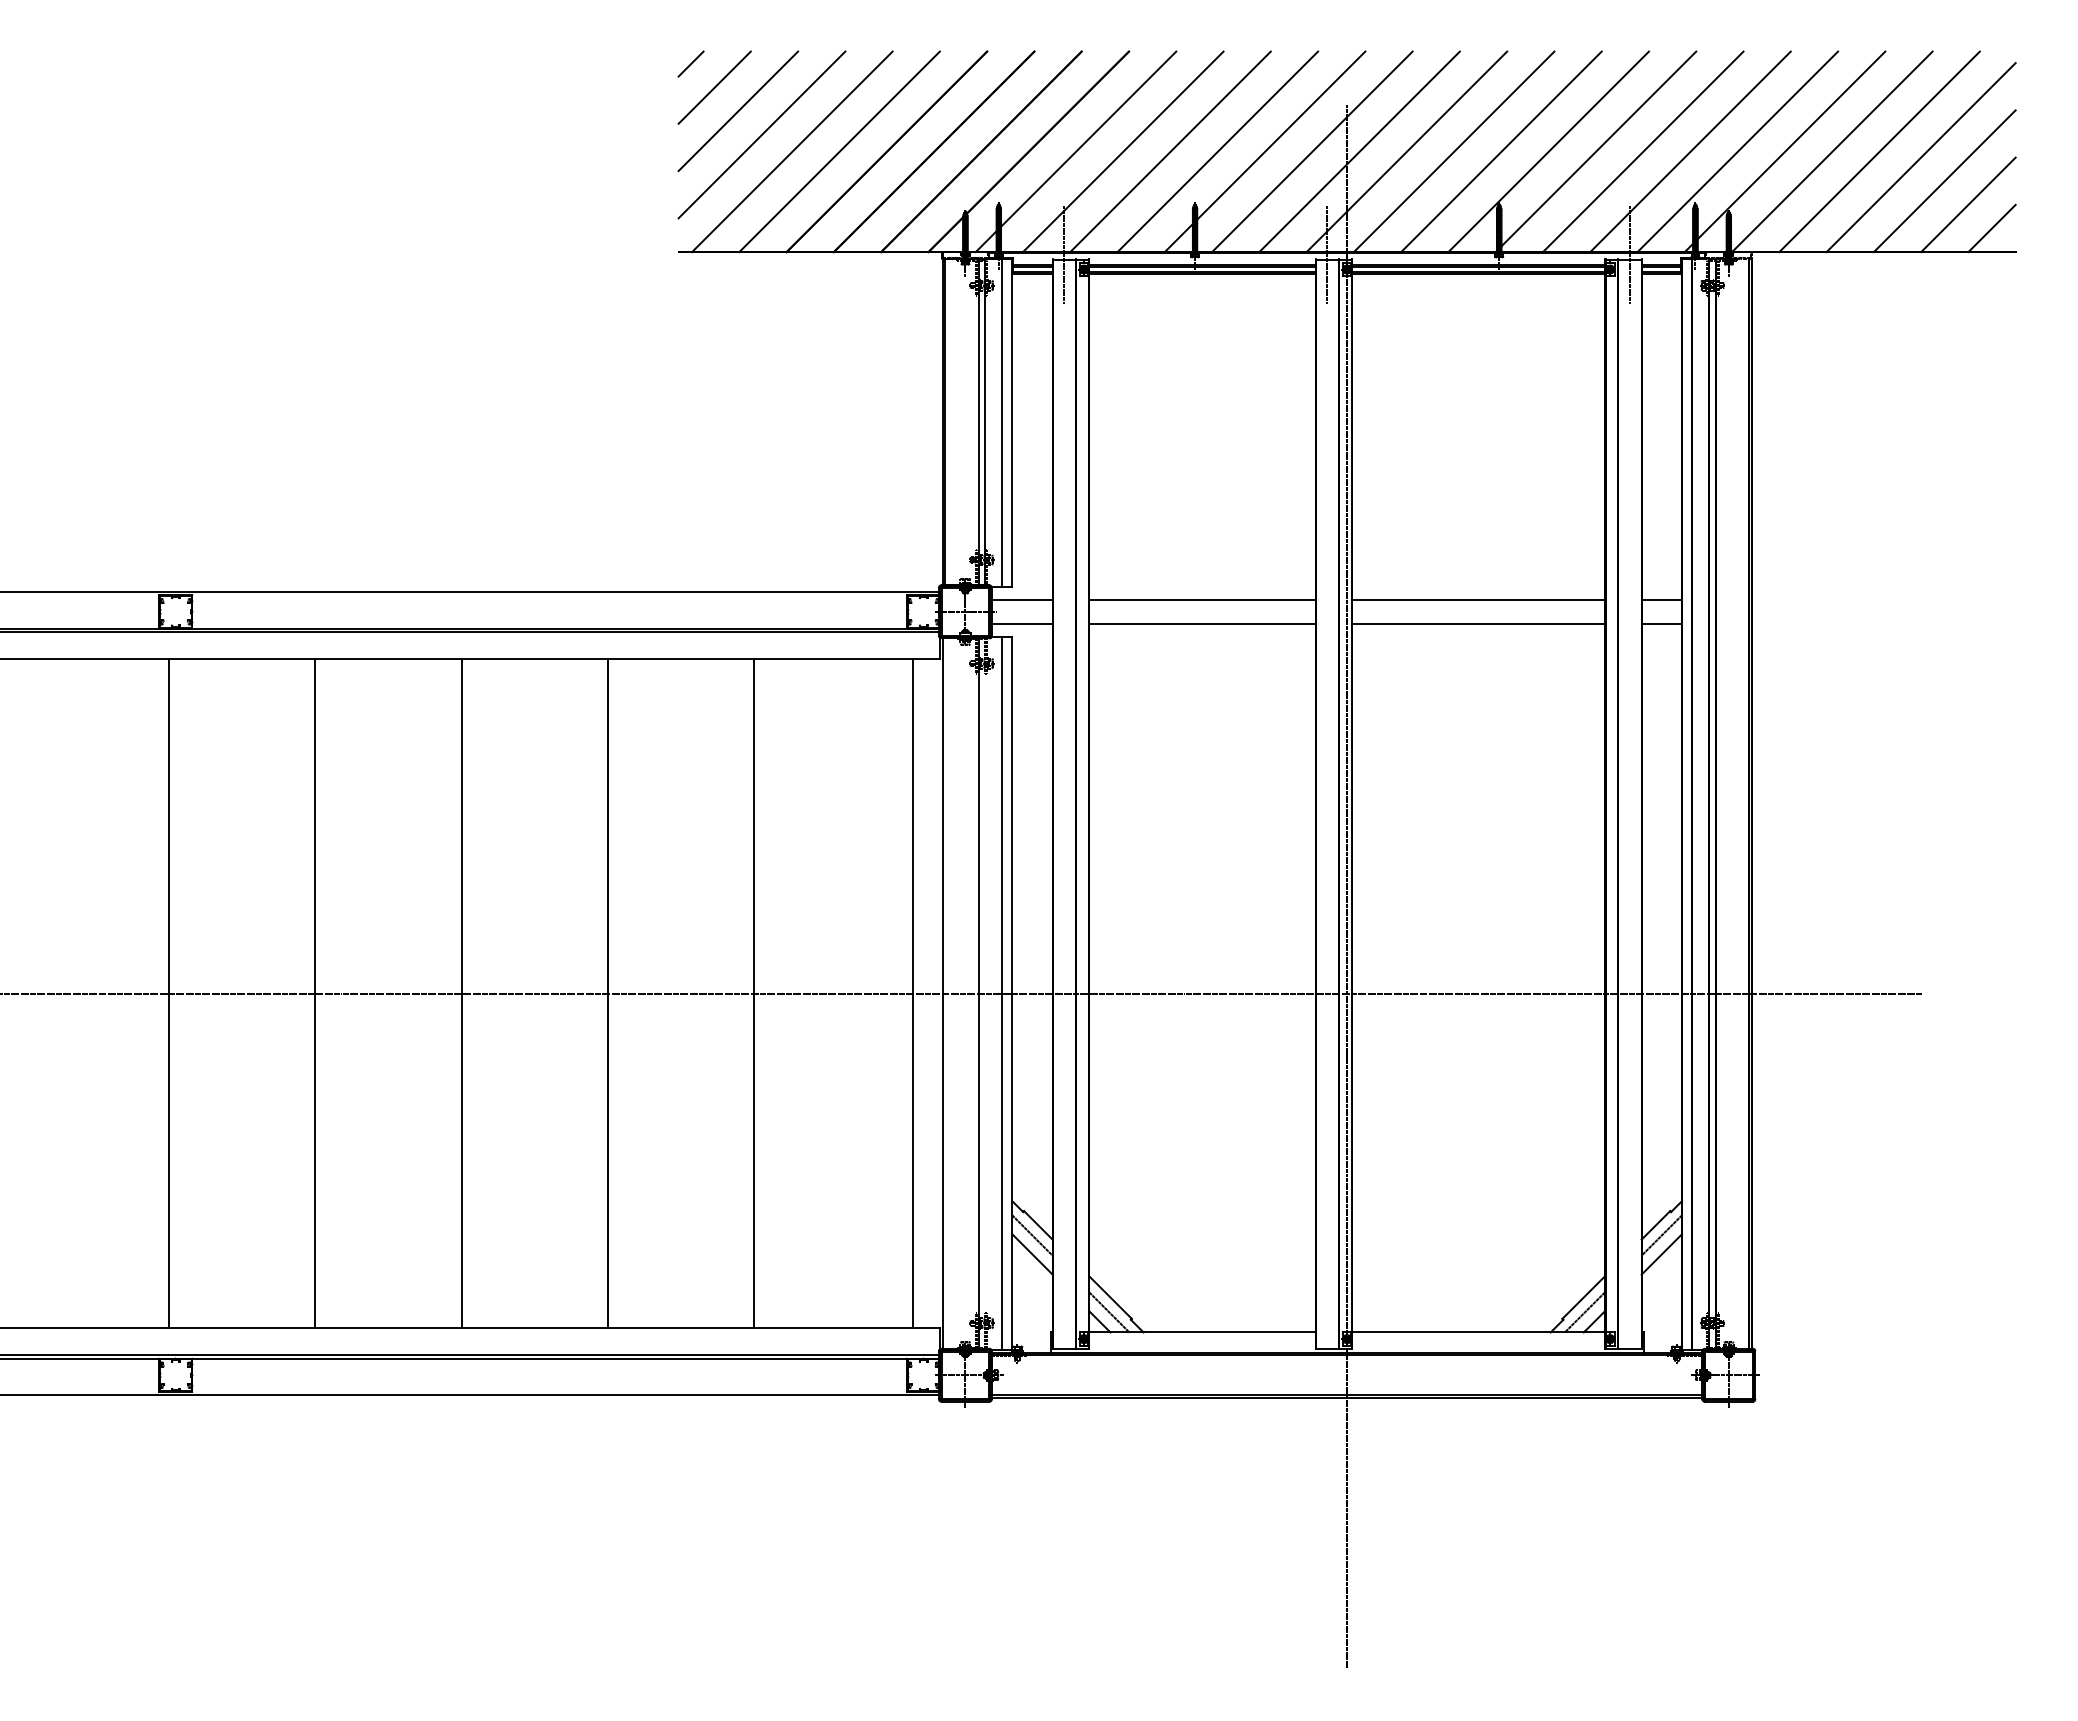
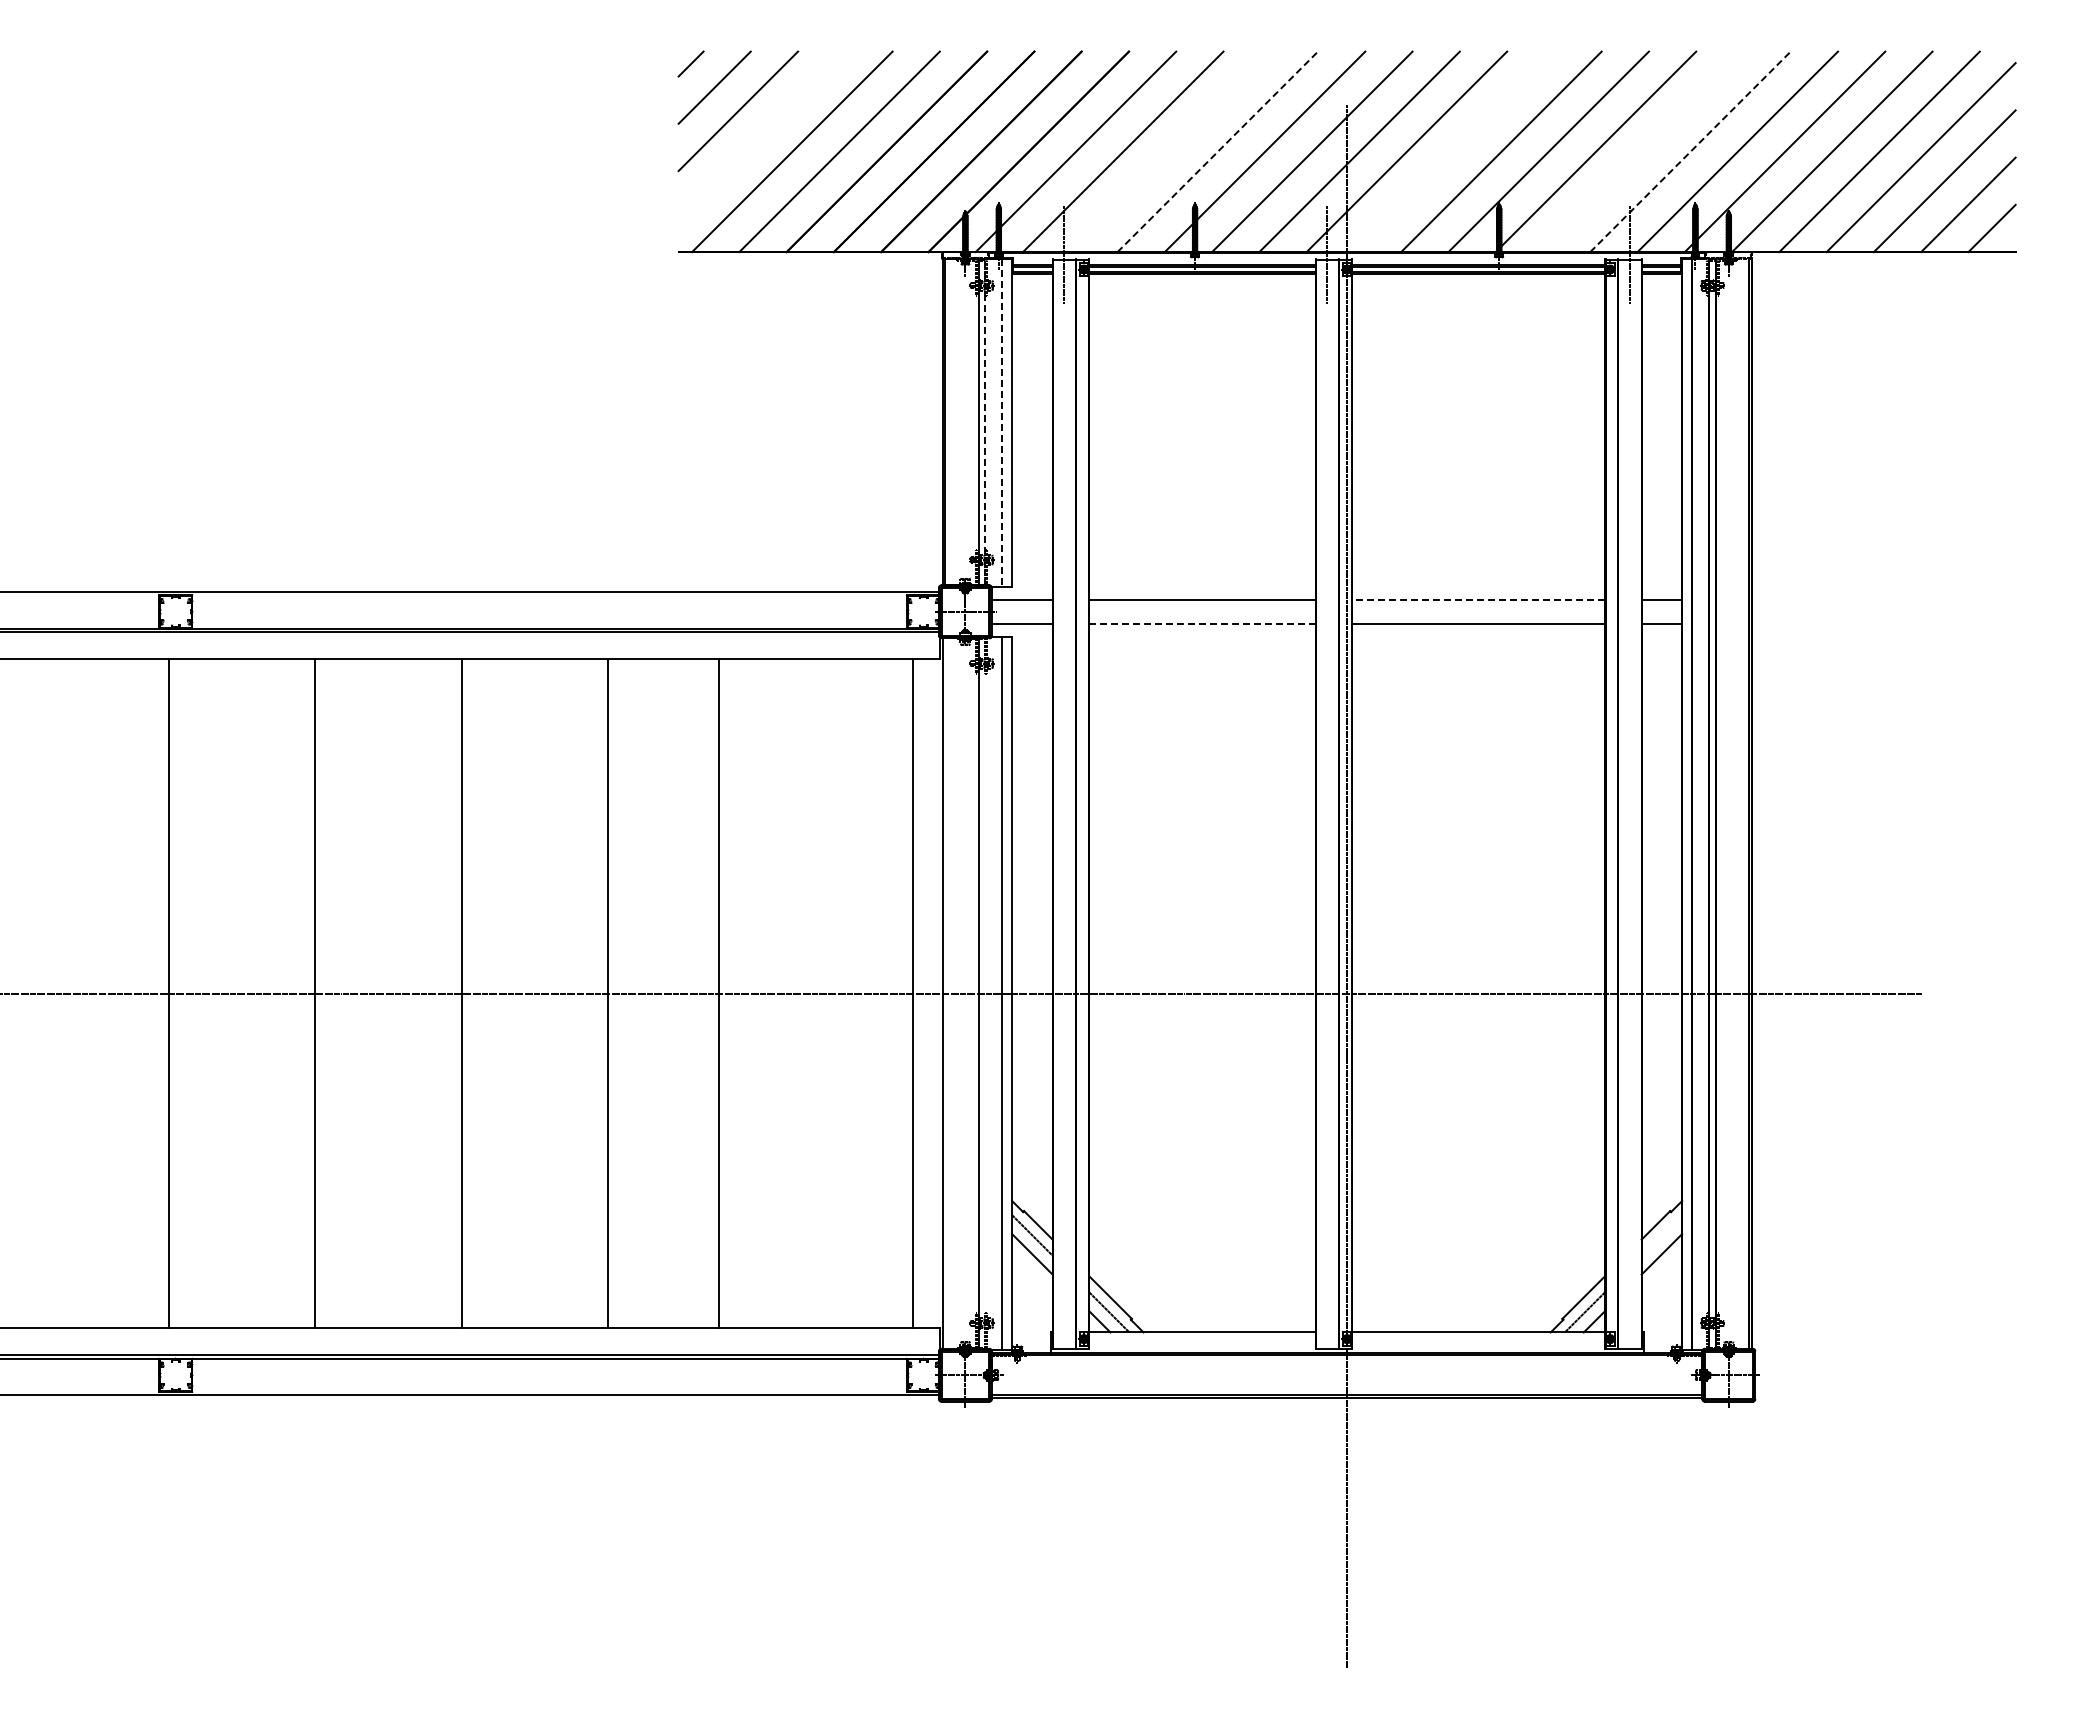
line at (761, 134): present -> none
line at (1170, 151): present -> none
line at (1217, 151): solid -> dashed
line at (1453, 151): present -> none
line at (1642, 151): present -> none
line at (1690, 151): solid -> dashed
line at (985, 422): solid -> dashed
line at (1002, 422): solid -> dashed
line at (1478, 599): solid -> dashed
line at (1202, 623): solid -> dashed
line at (754, 993) position: (754, 993) -> (719, 993)
line at (1661, 1235): present -> none
